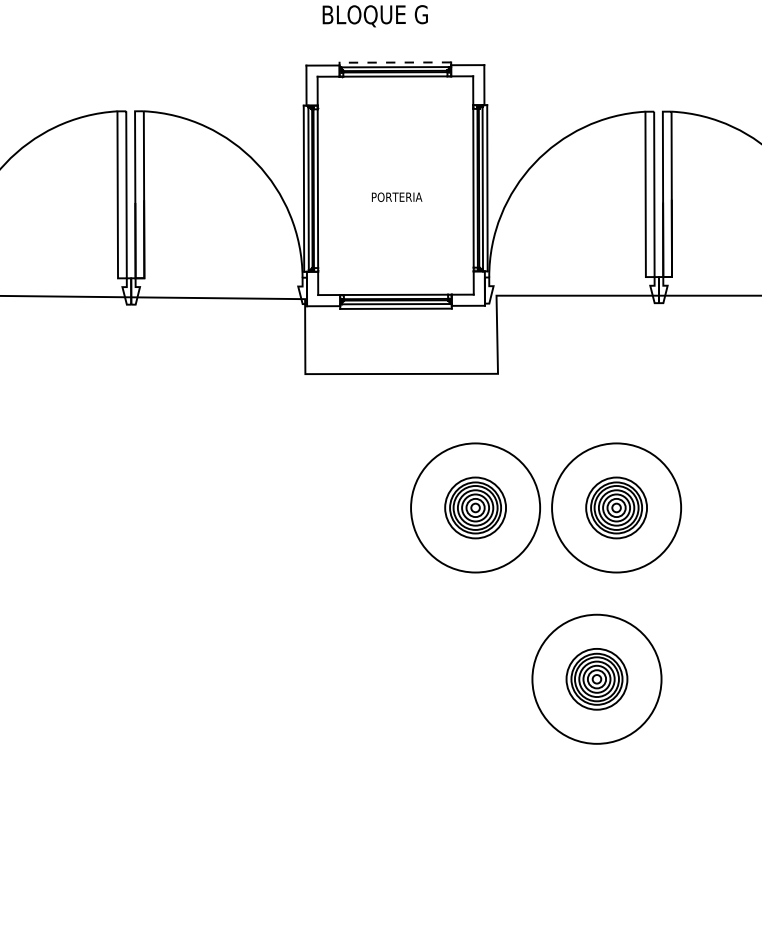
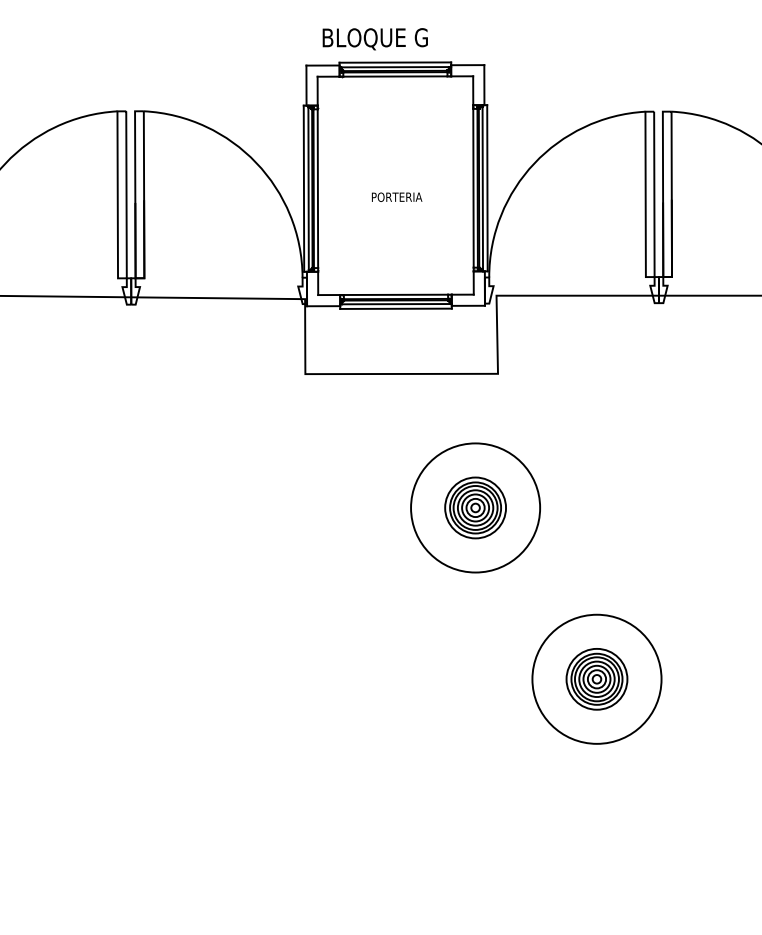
text at (374, 16) position: (374, 16) -> (374, 39)
line at (395, 62): dashed -> solid
part at (616, 507): present -> none
